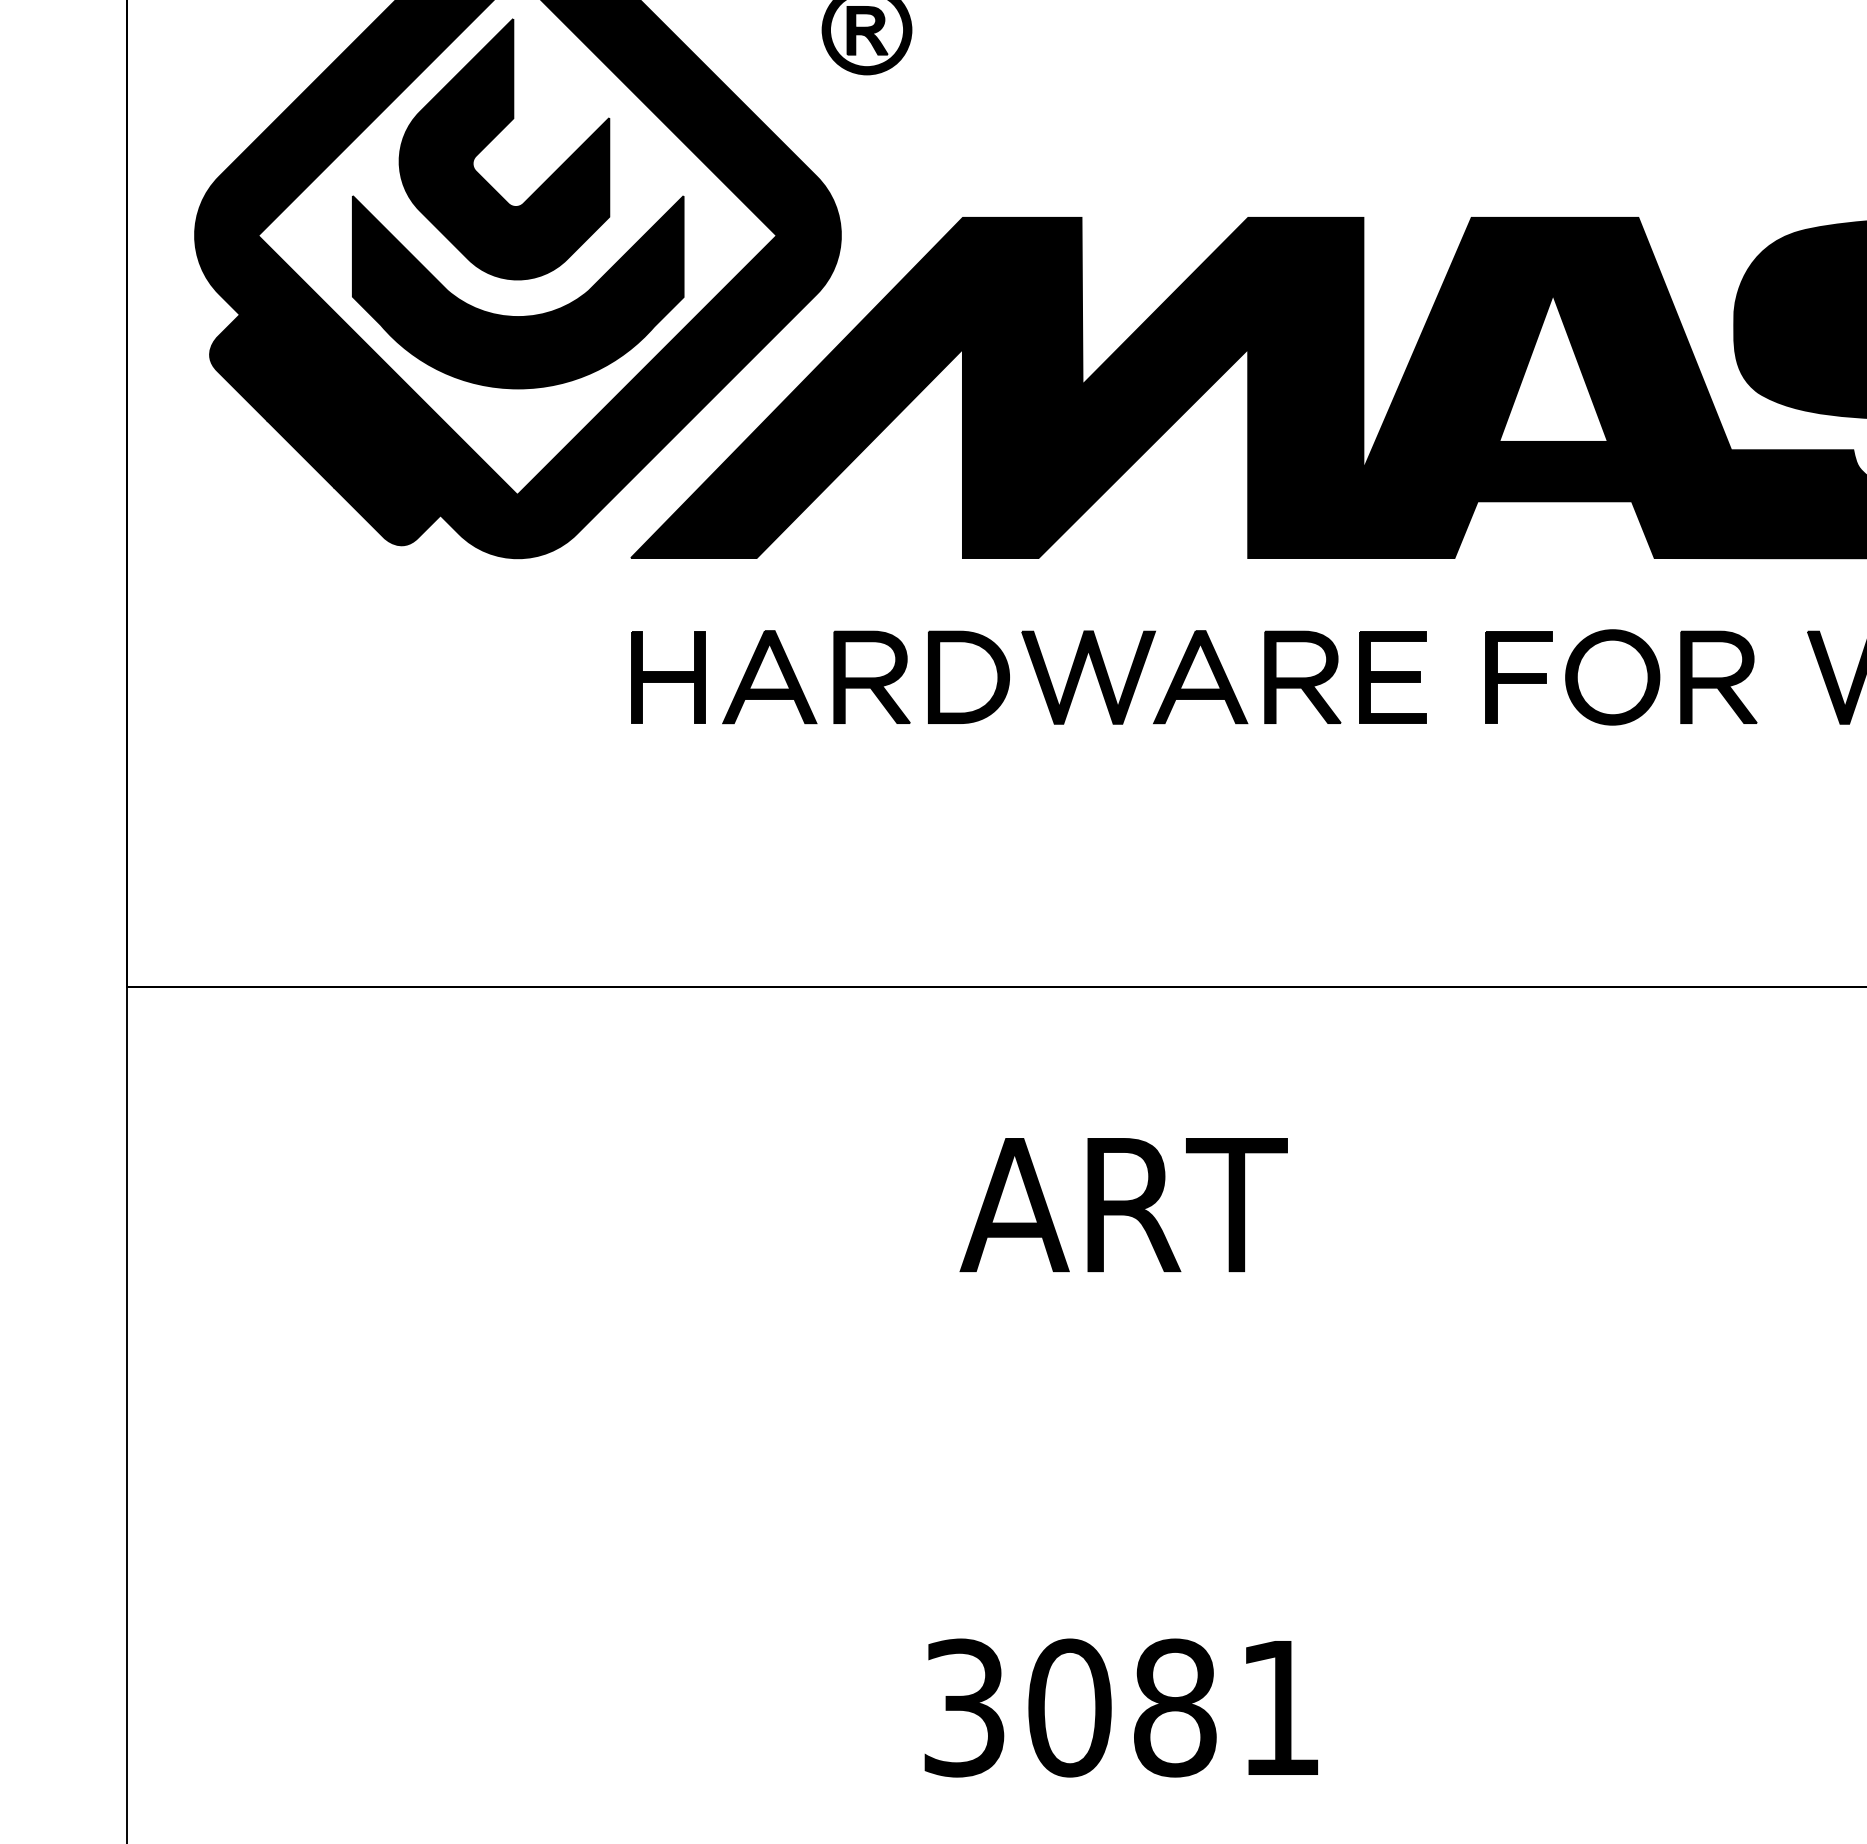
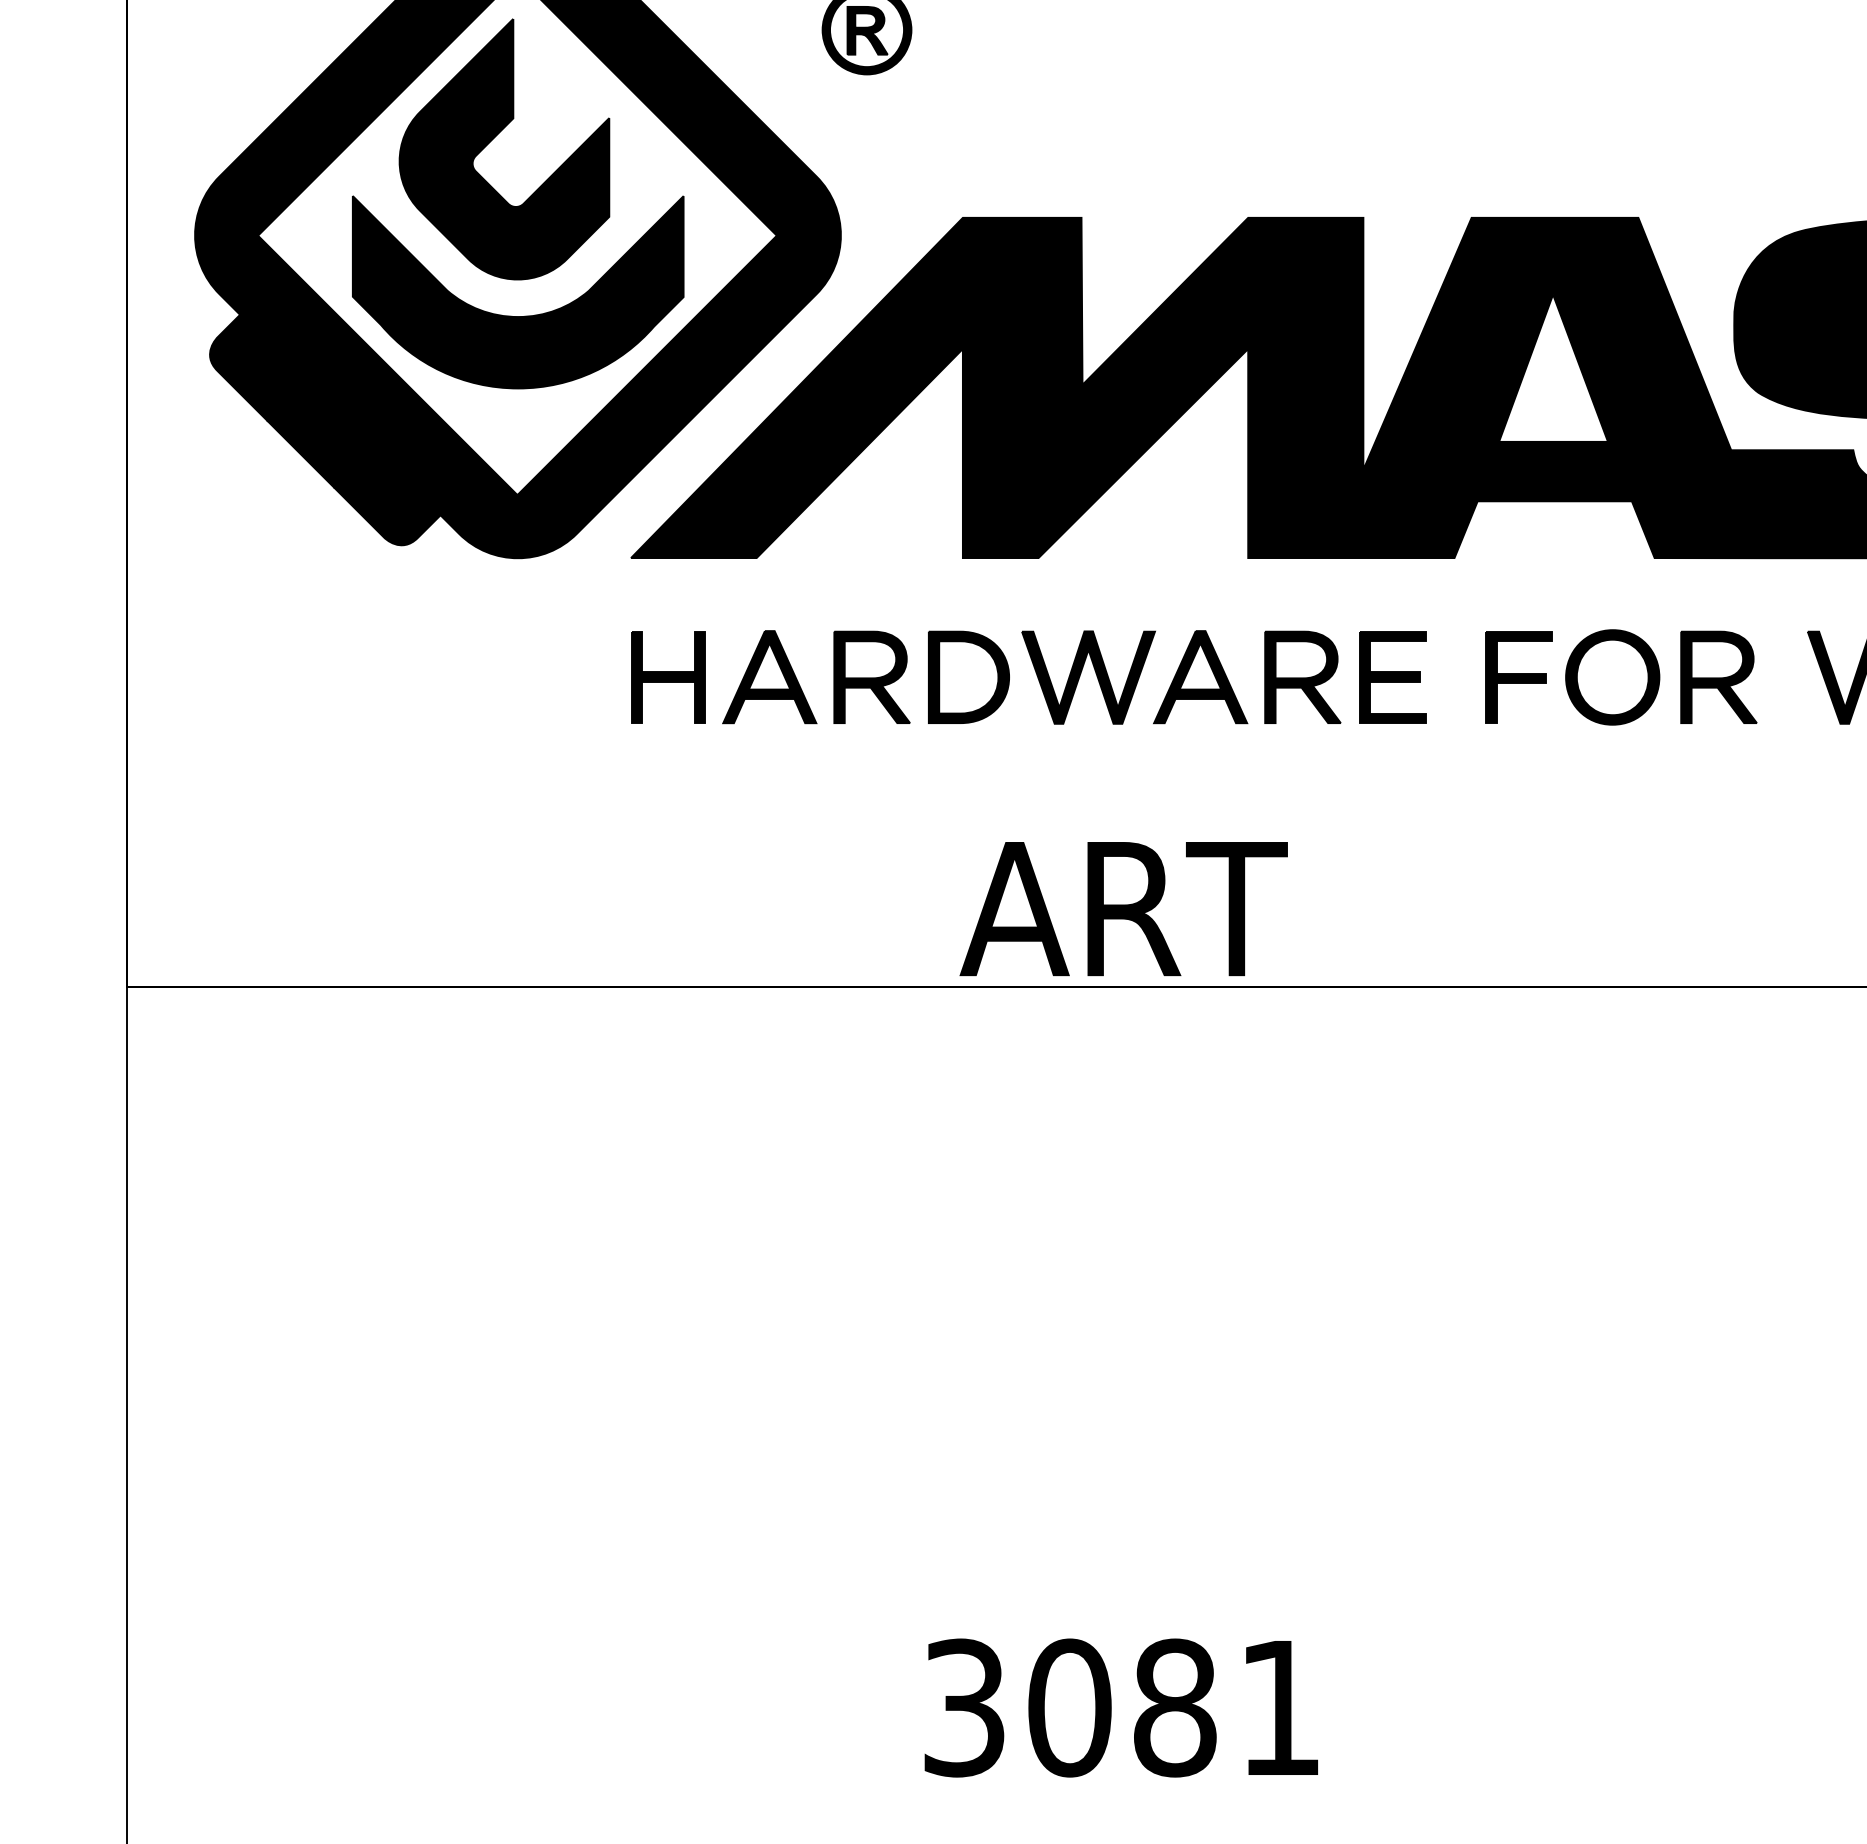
text at (1123, 1205) position: (1123, 1205) -> (1123, 909)
